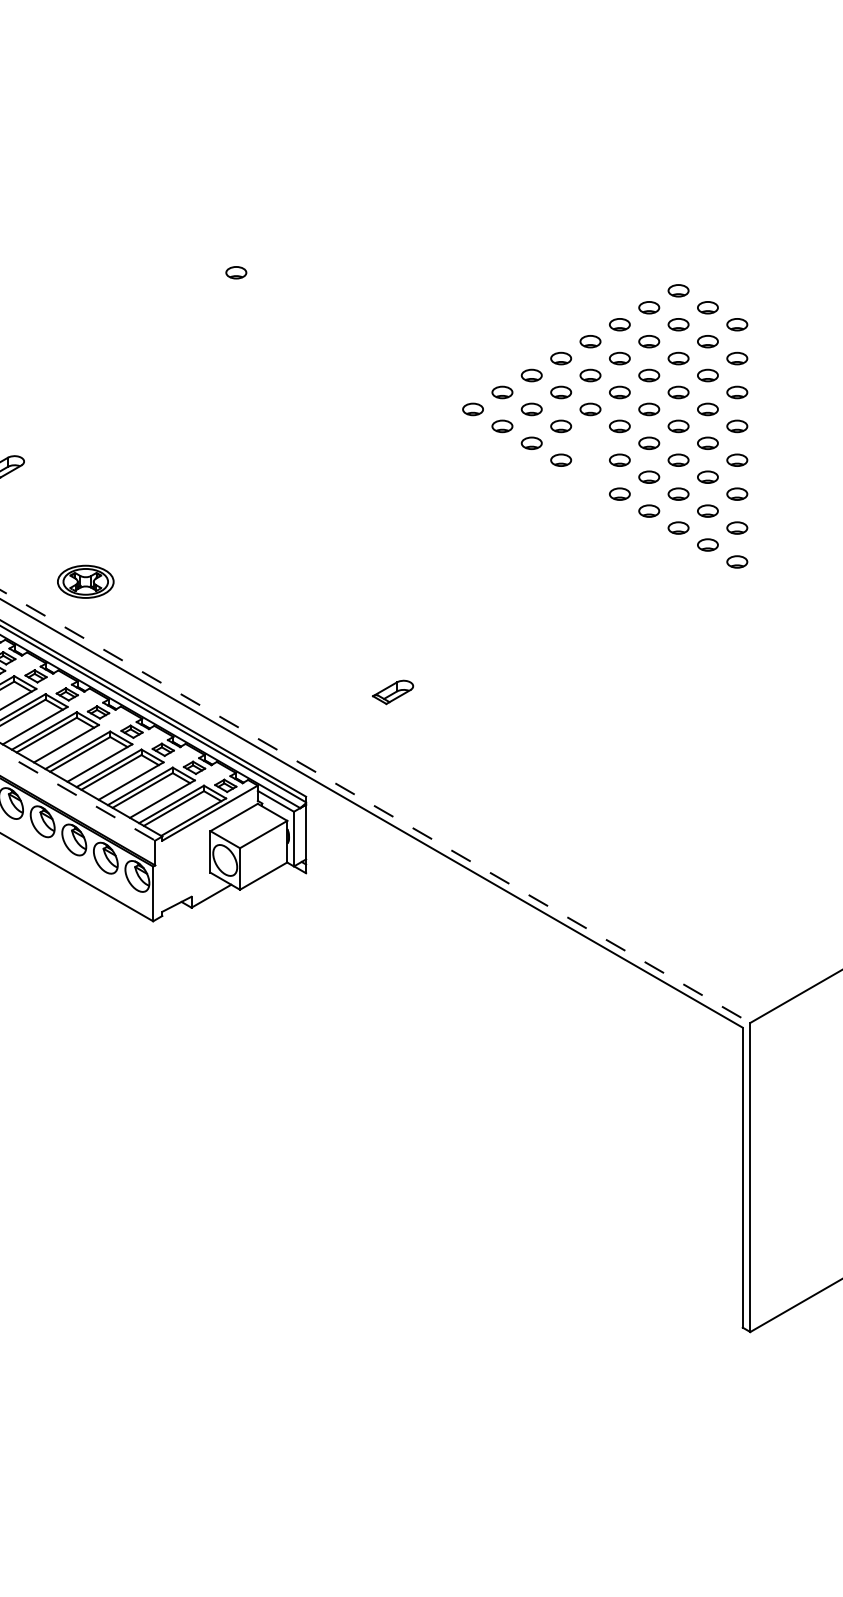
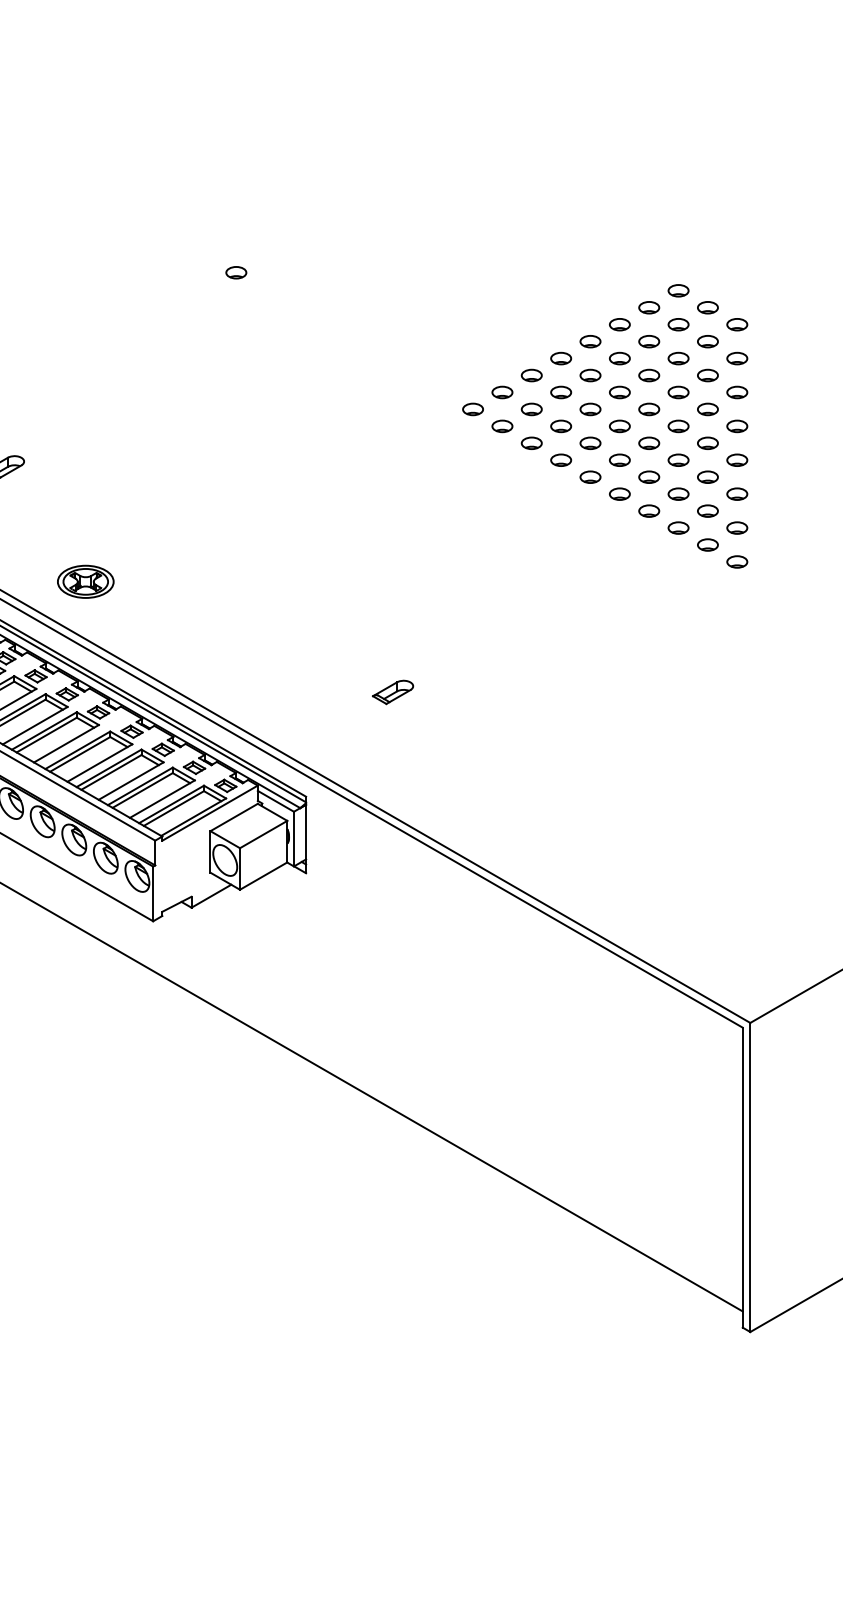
part at (590, 442): none -> present
part at (590, 476): none -> present
line at (78, 796): dashed -> solid
line at (375, 806): dashed -> solid
line at (372, 1097): none -> present
